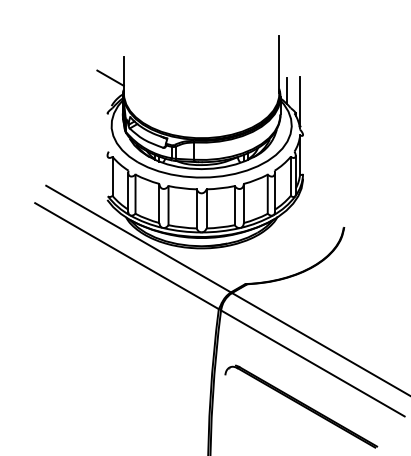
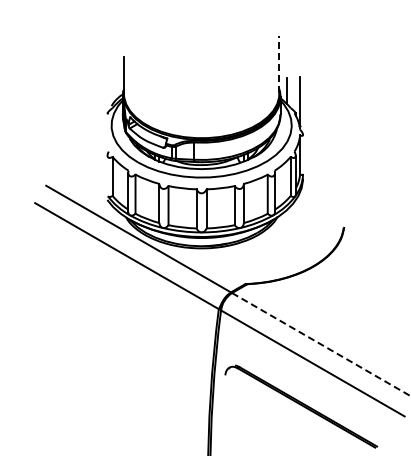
line at (279, 64): solid -> dashed
line at (110, 77): present -> none
line at (321, 344): solid -> dashed
